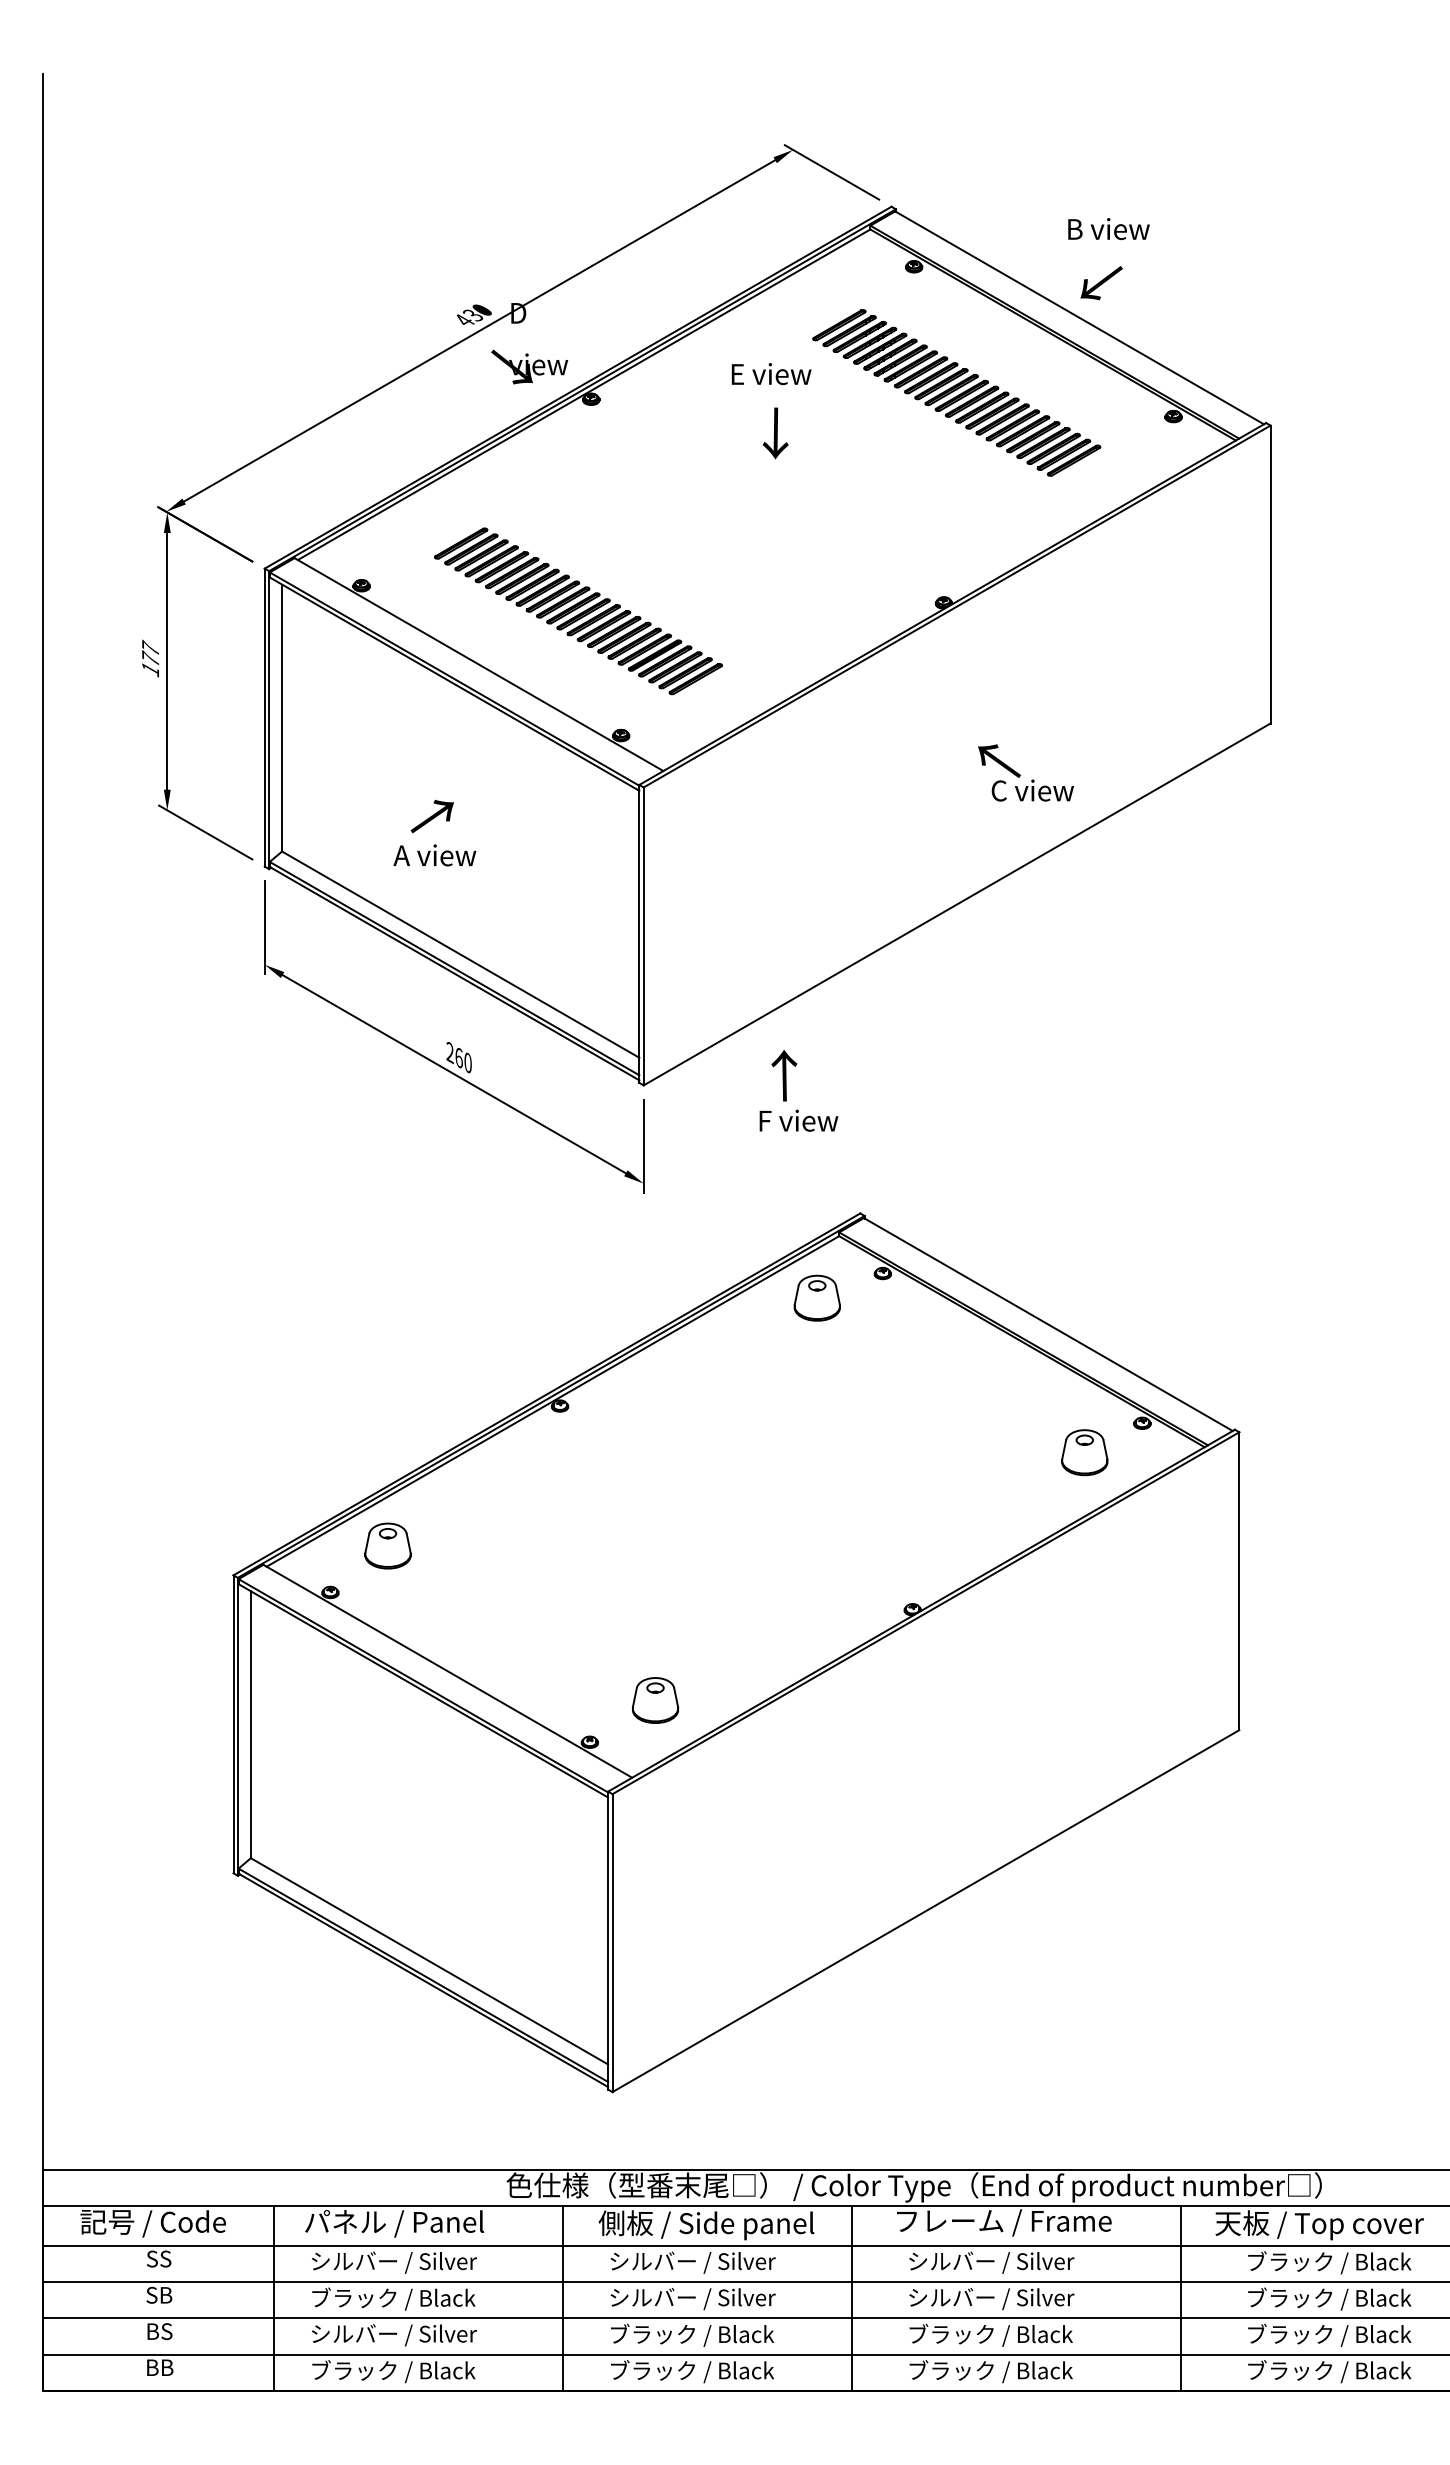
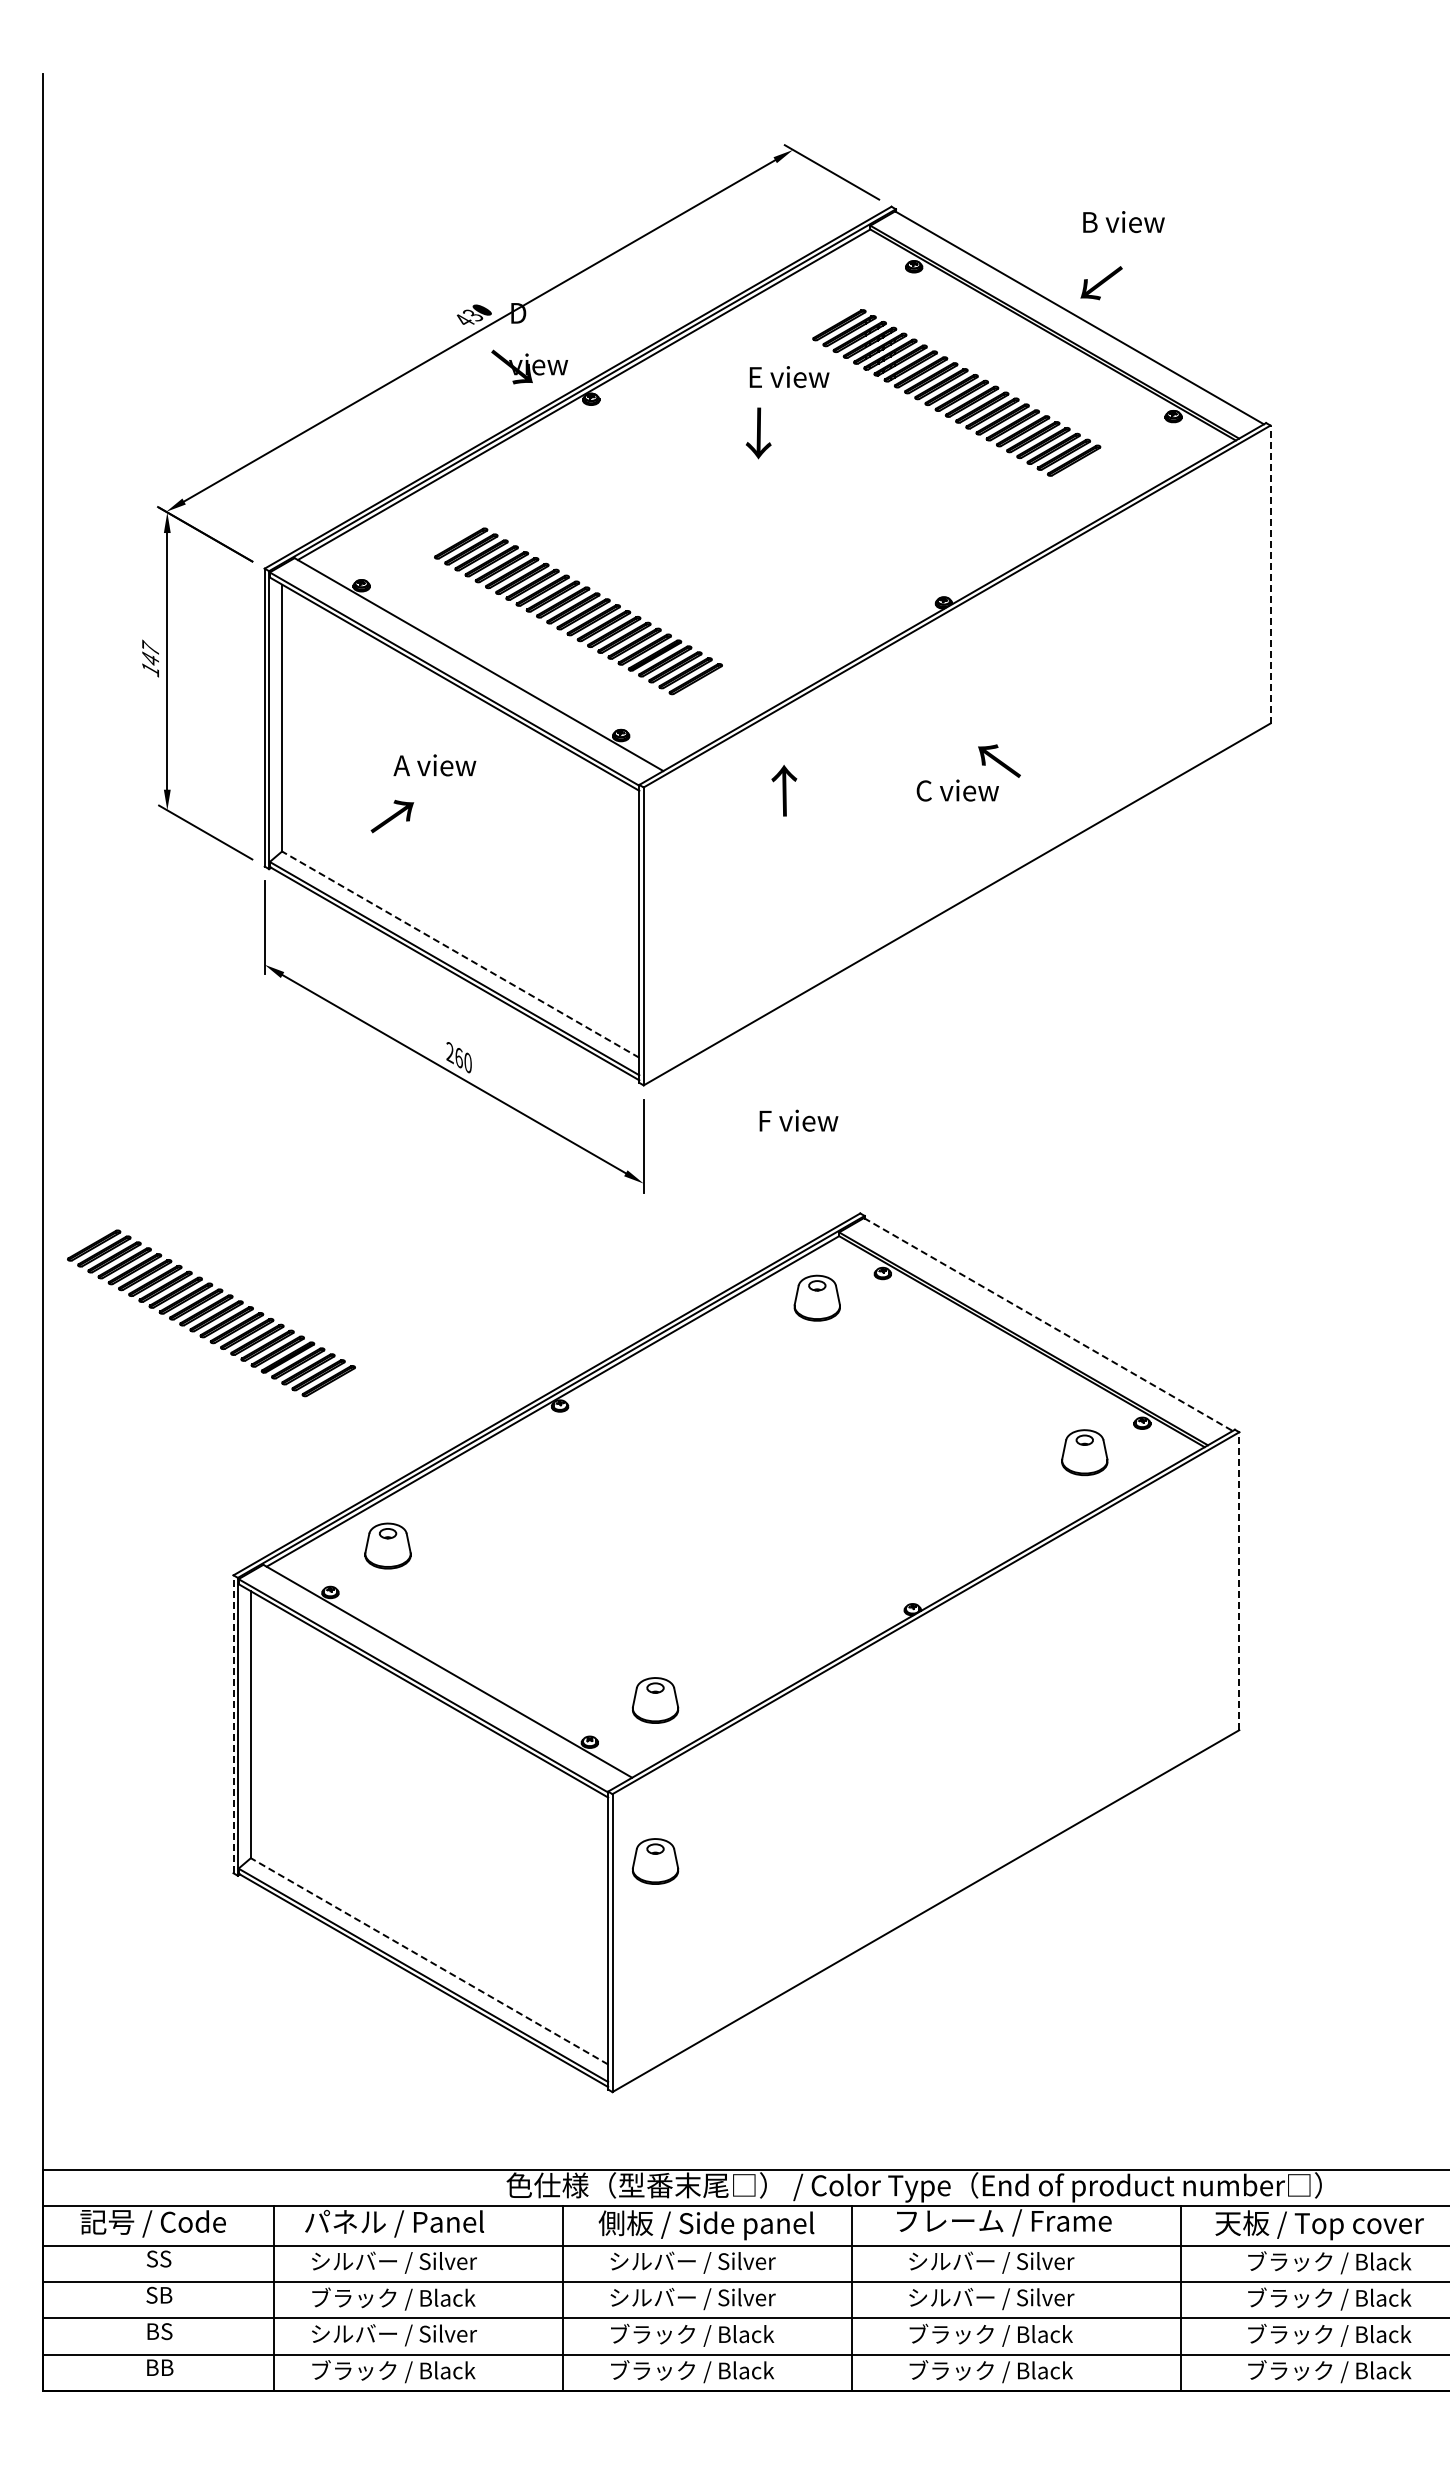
text at (1108, 229) position: (1108, 229) -> (1123, 222)
text at (771, 374) position: (771, 374) -> (789, 377)
text at (775, 433) position: (775, 433) -> (758, 433)
line at (1270, 574): solid -> dashed
text at (150, 657): 177 -> 147
text at (1032, 790) position: (1032, 790) -> (957, 790)
text at (432, 816) position: (432, 816) -> (392, 816)
text at (434, 855) position: (434, 855) -> (434, 765)
line at (460, 954): solid -> dashed
text at (784, 1075) position: (784, 1075) -> (784, 790)
part at (211, 1313): none -> present
line at (1048, 1324): solid -> dashed
line at (1239, 1581): solid -> dashed
line at (233, 1724): solid -> dashed
part at (655, 1861): none -> present
line at (429, 1961): solid -> dashed
